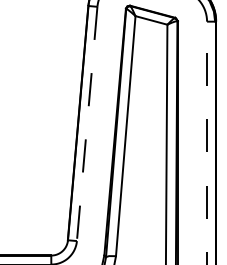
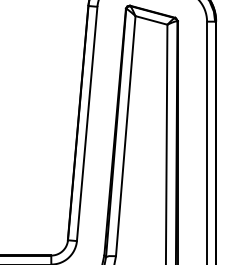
line at (87, 123): dashed -> solid
line at (207, 142): dashed -> solid
